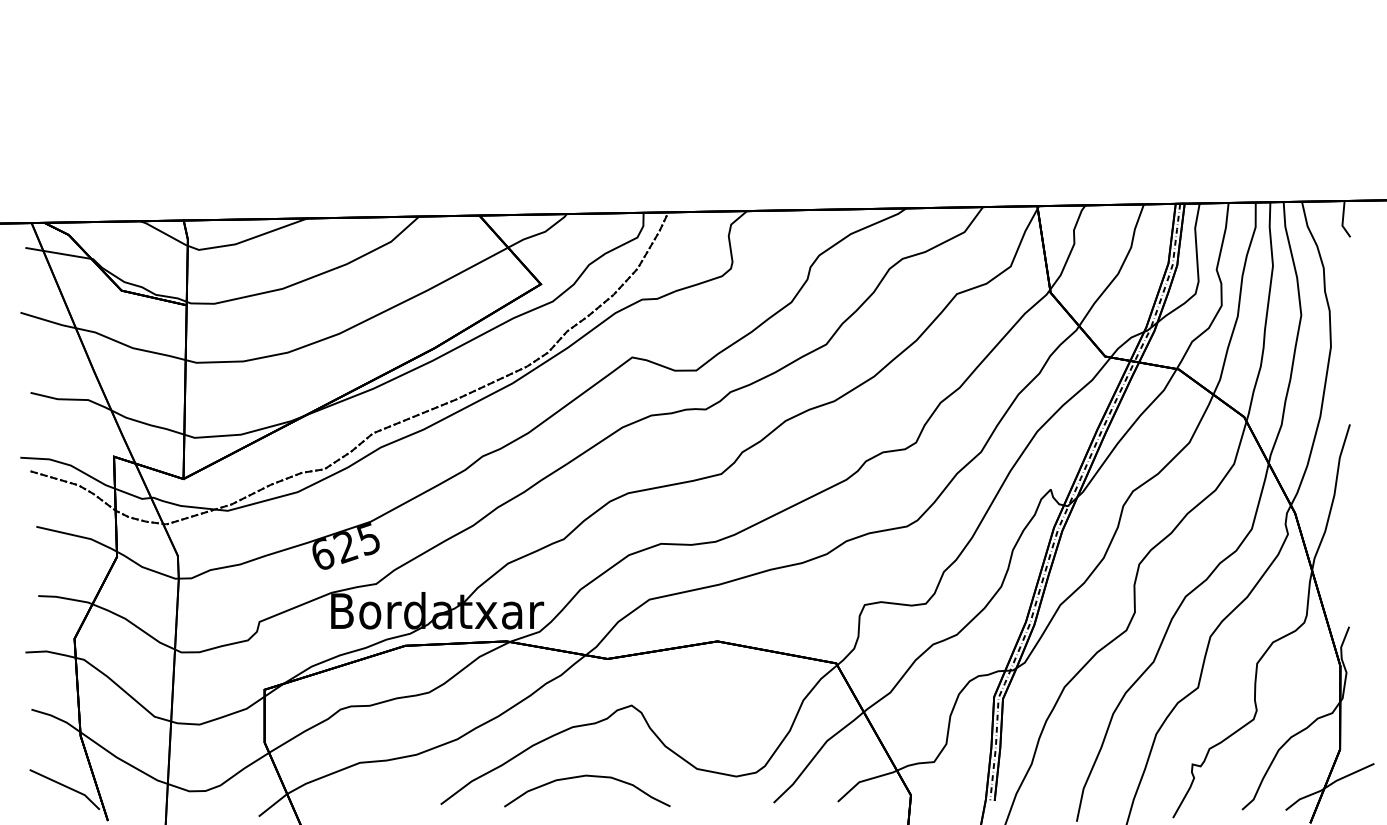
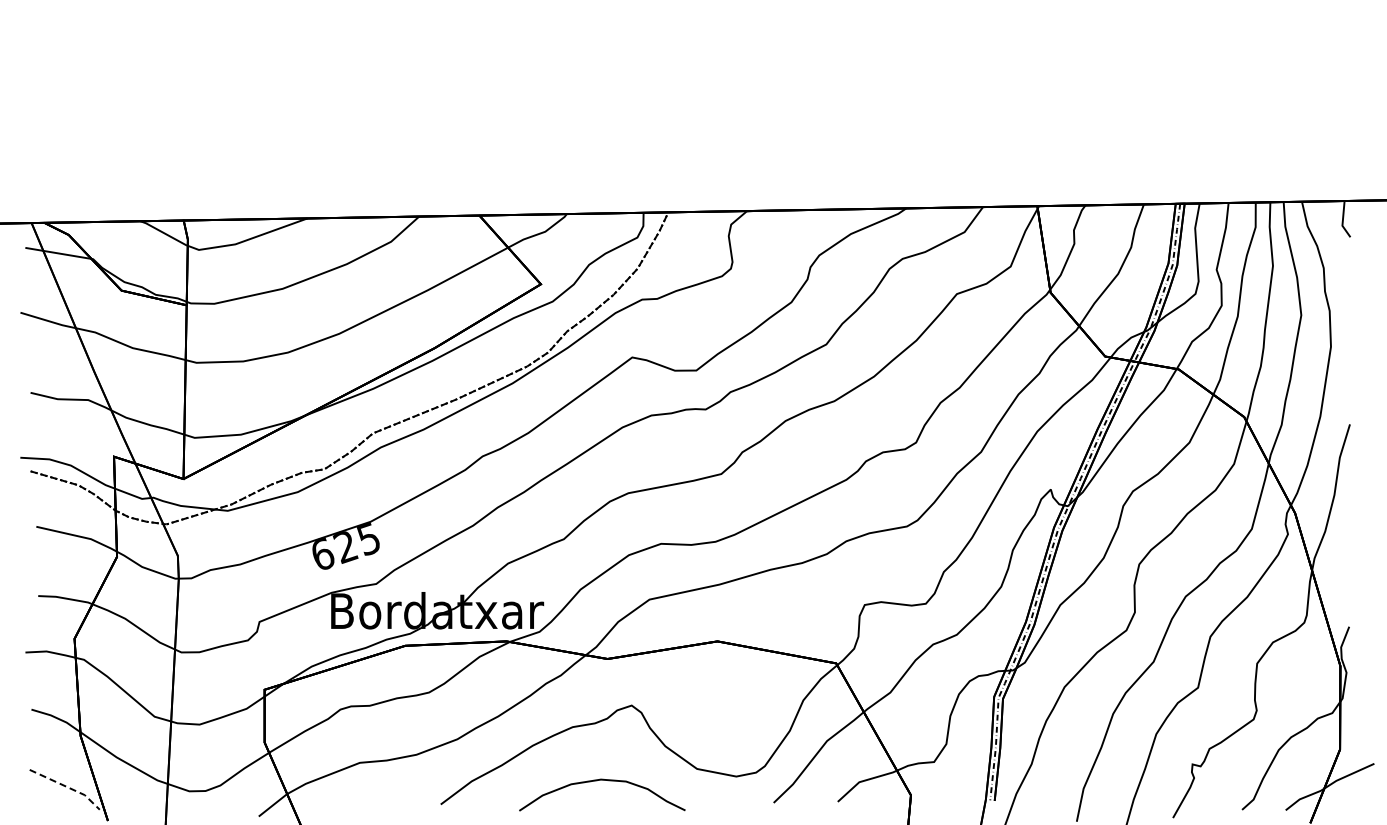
curve at (582, 777) position: (582, 777) -> (597, 781)
line at (67, 787): solid -> dashed
